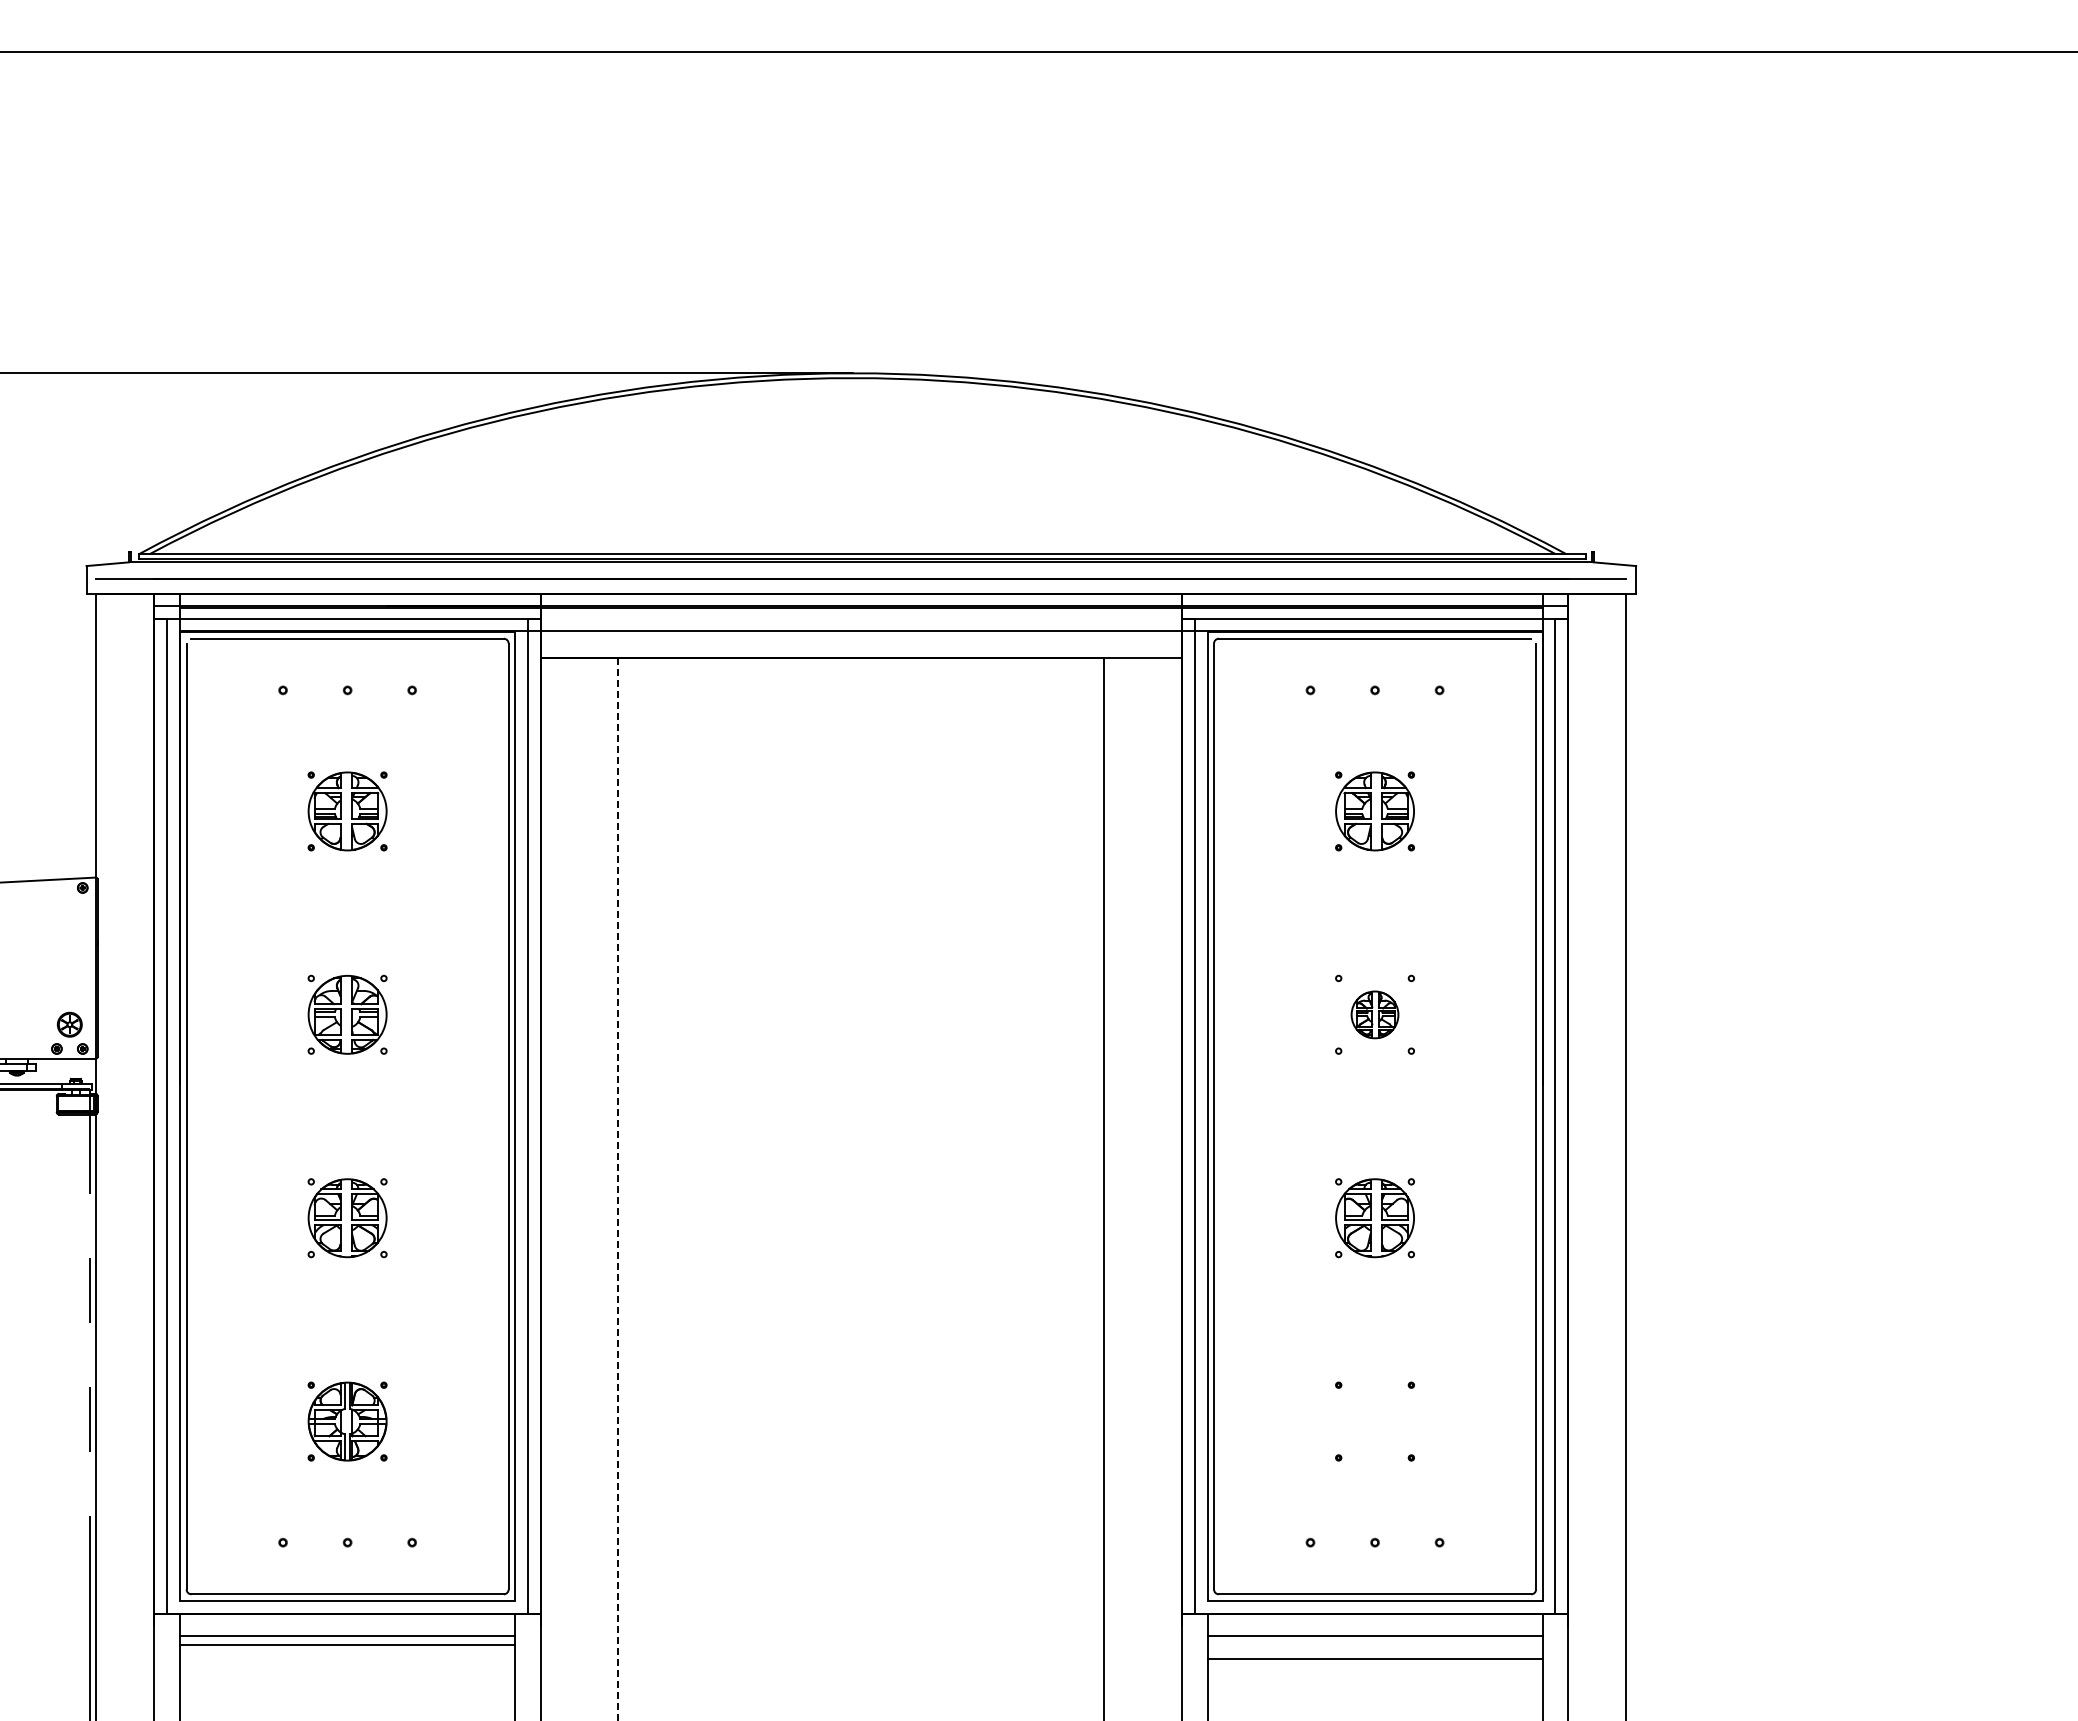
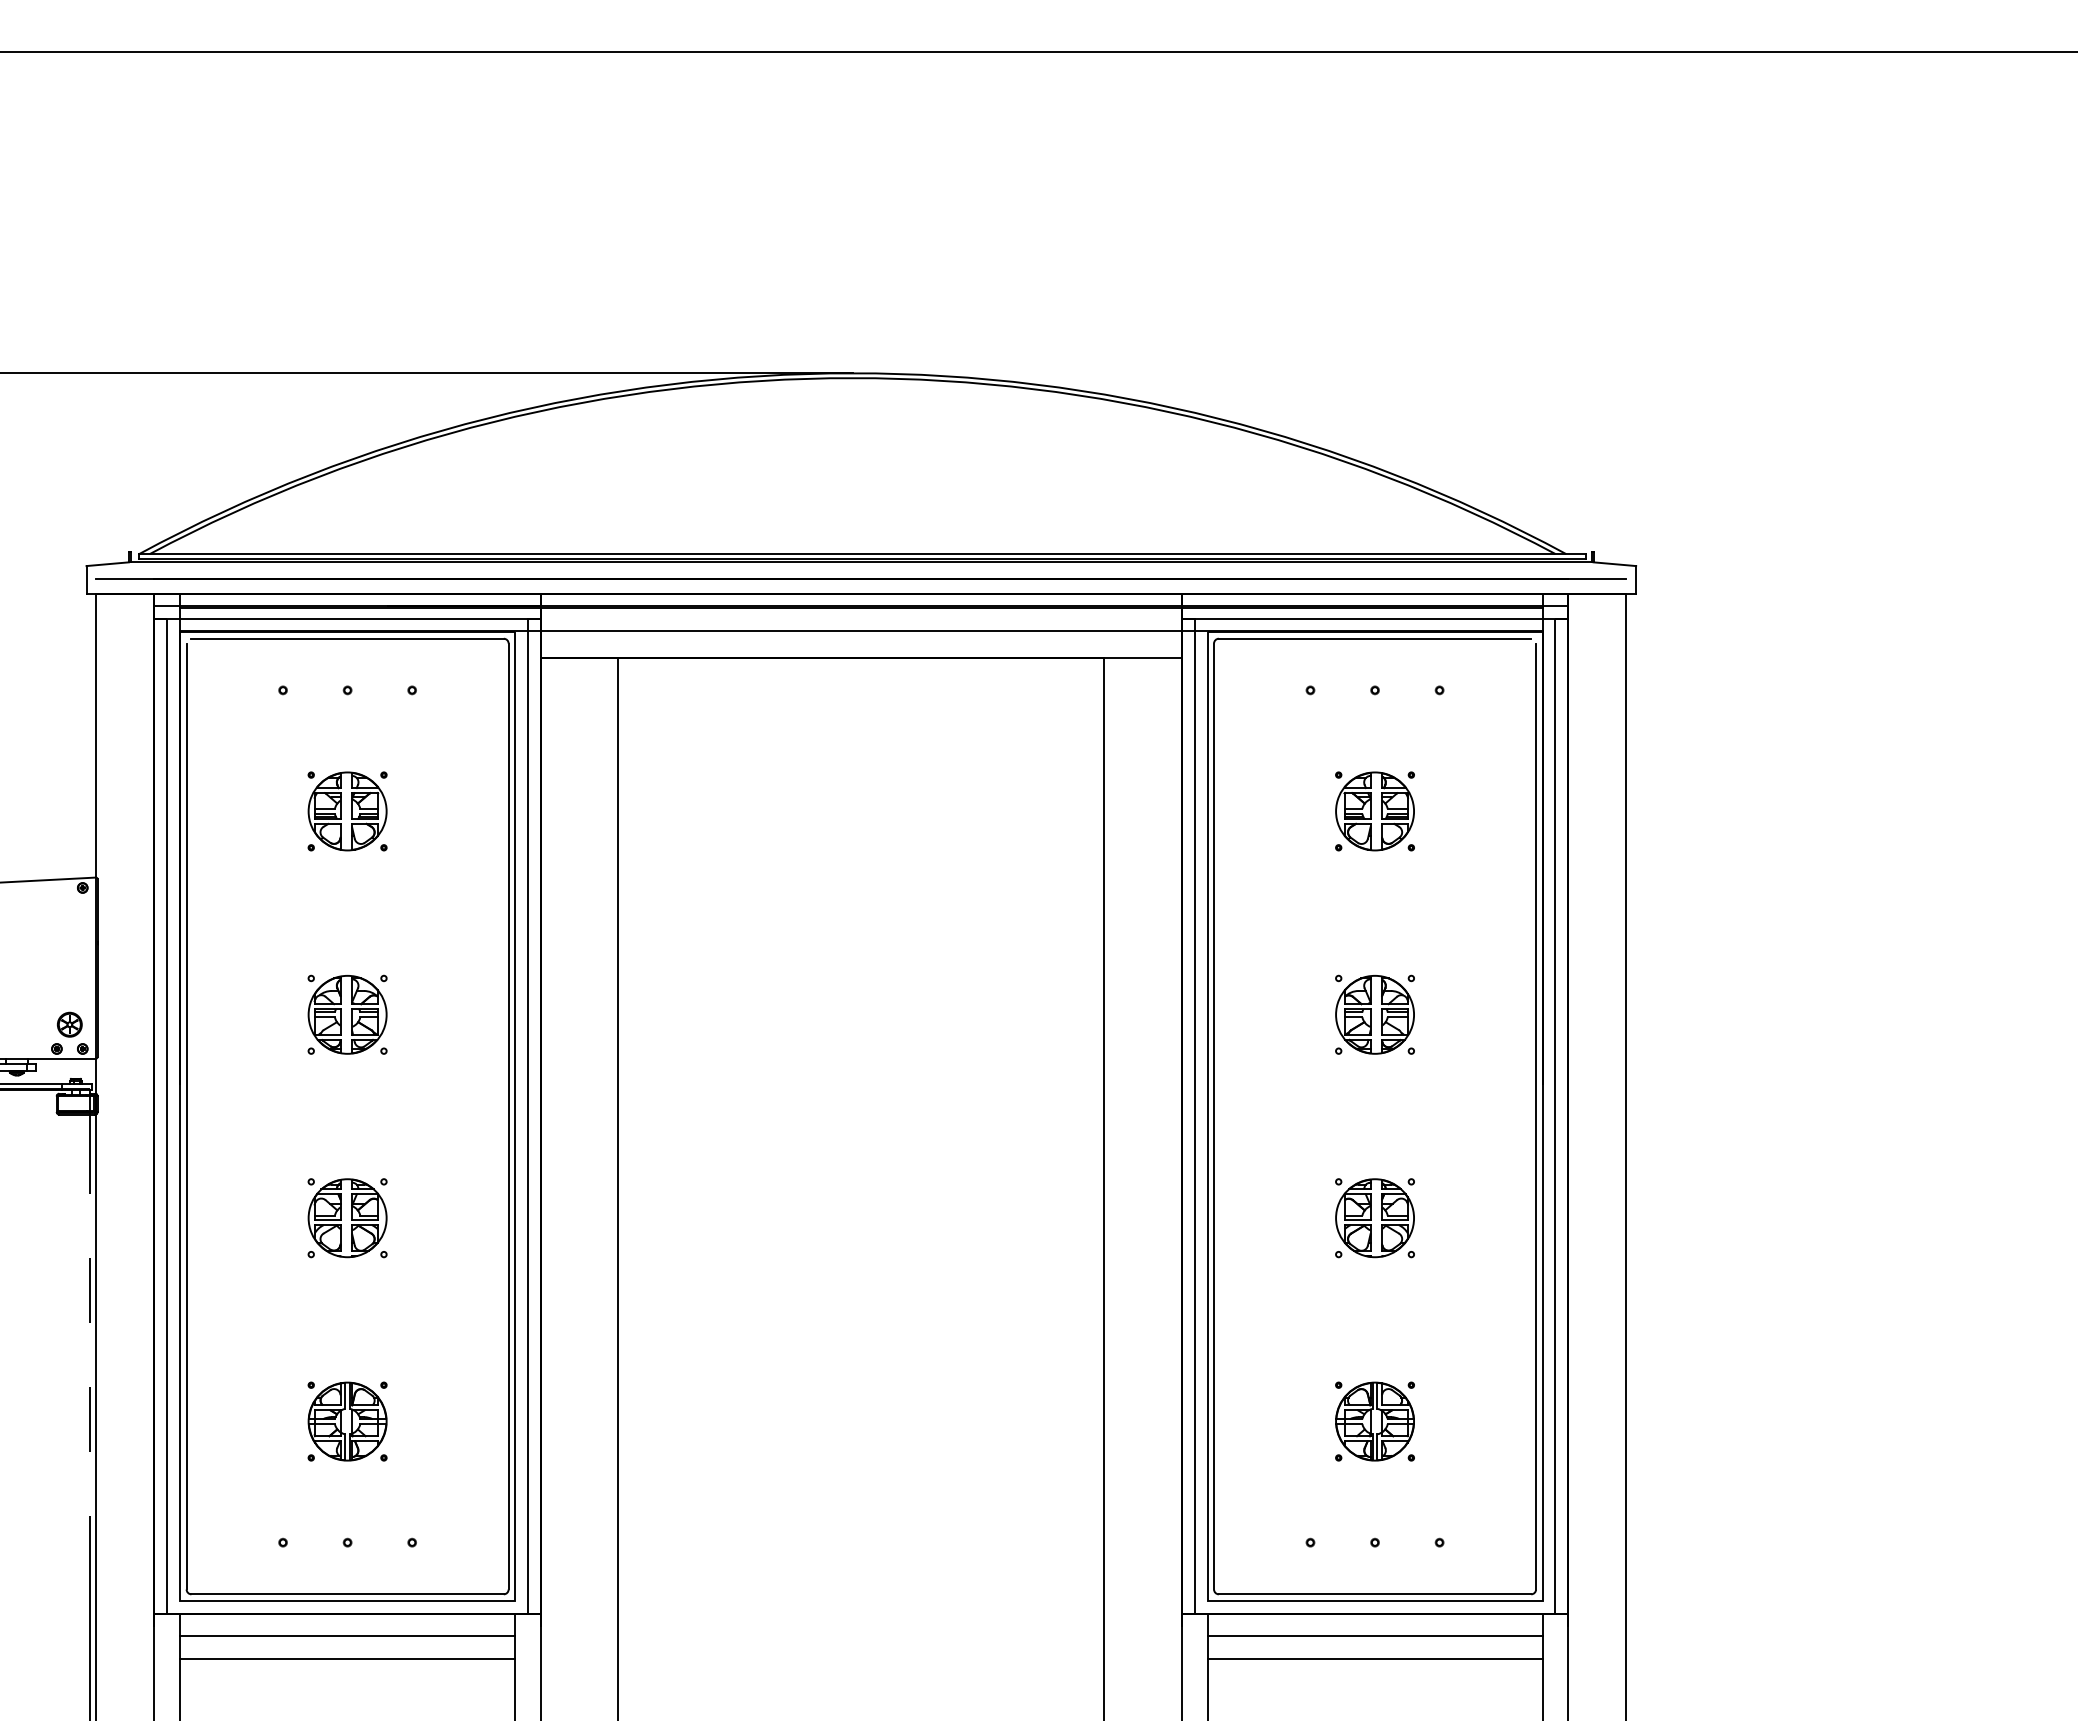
part at (1374, 1014) size: 50x50 px -> 80x80 px
line at (618, 1189): dashed -> solid
part at (1374, 1421): none -> present
line at (347, 1644) position: (347, 1644) -> (347, 1658)
